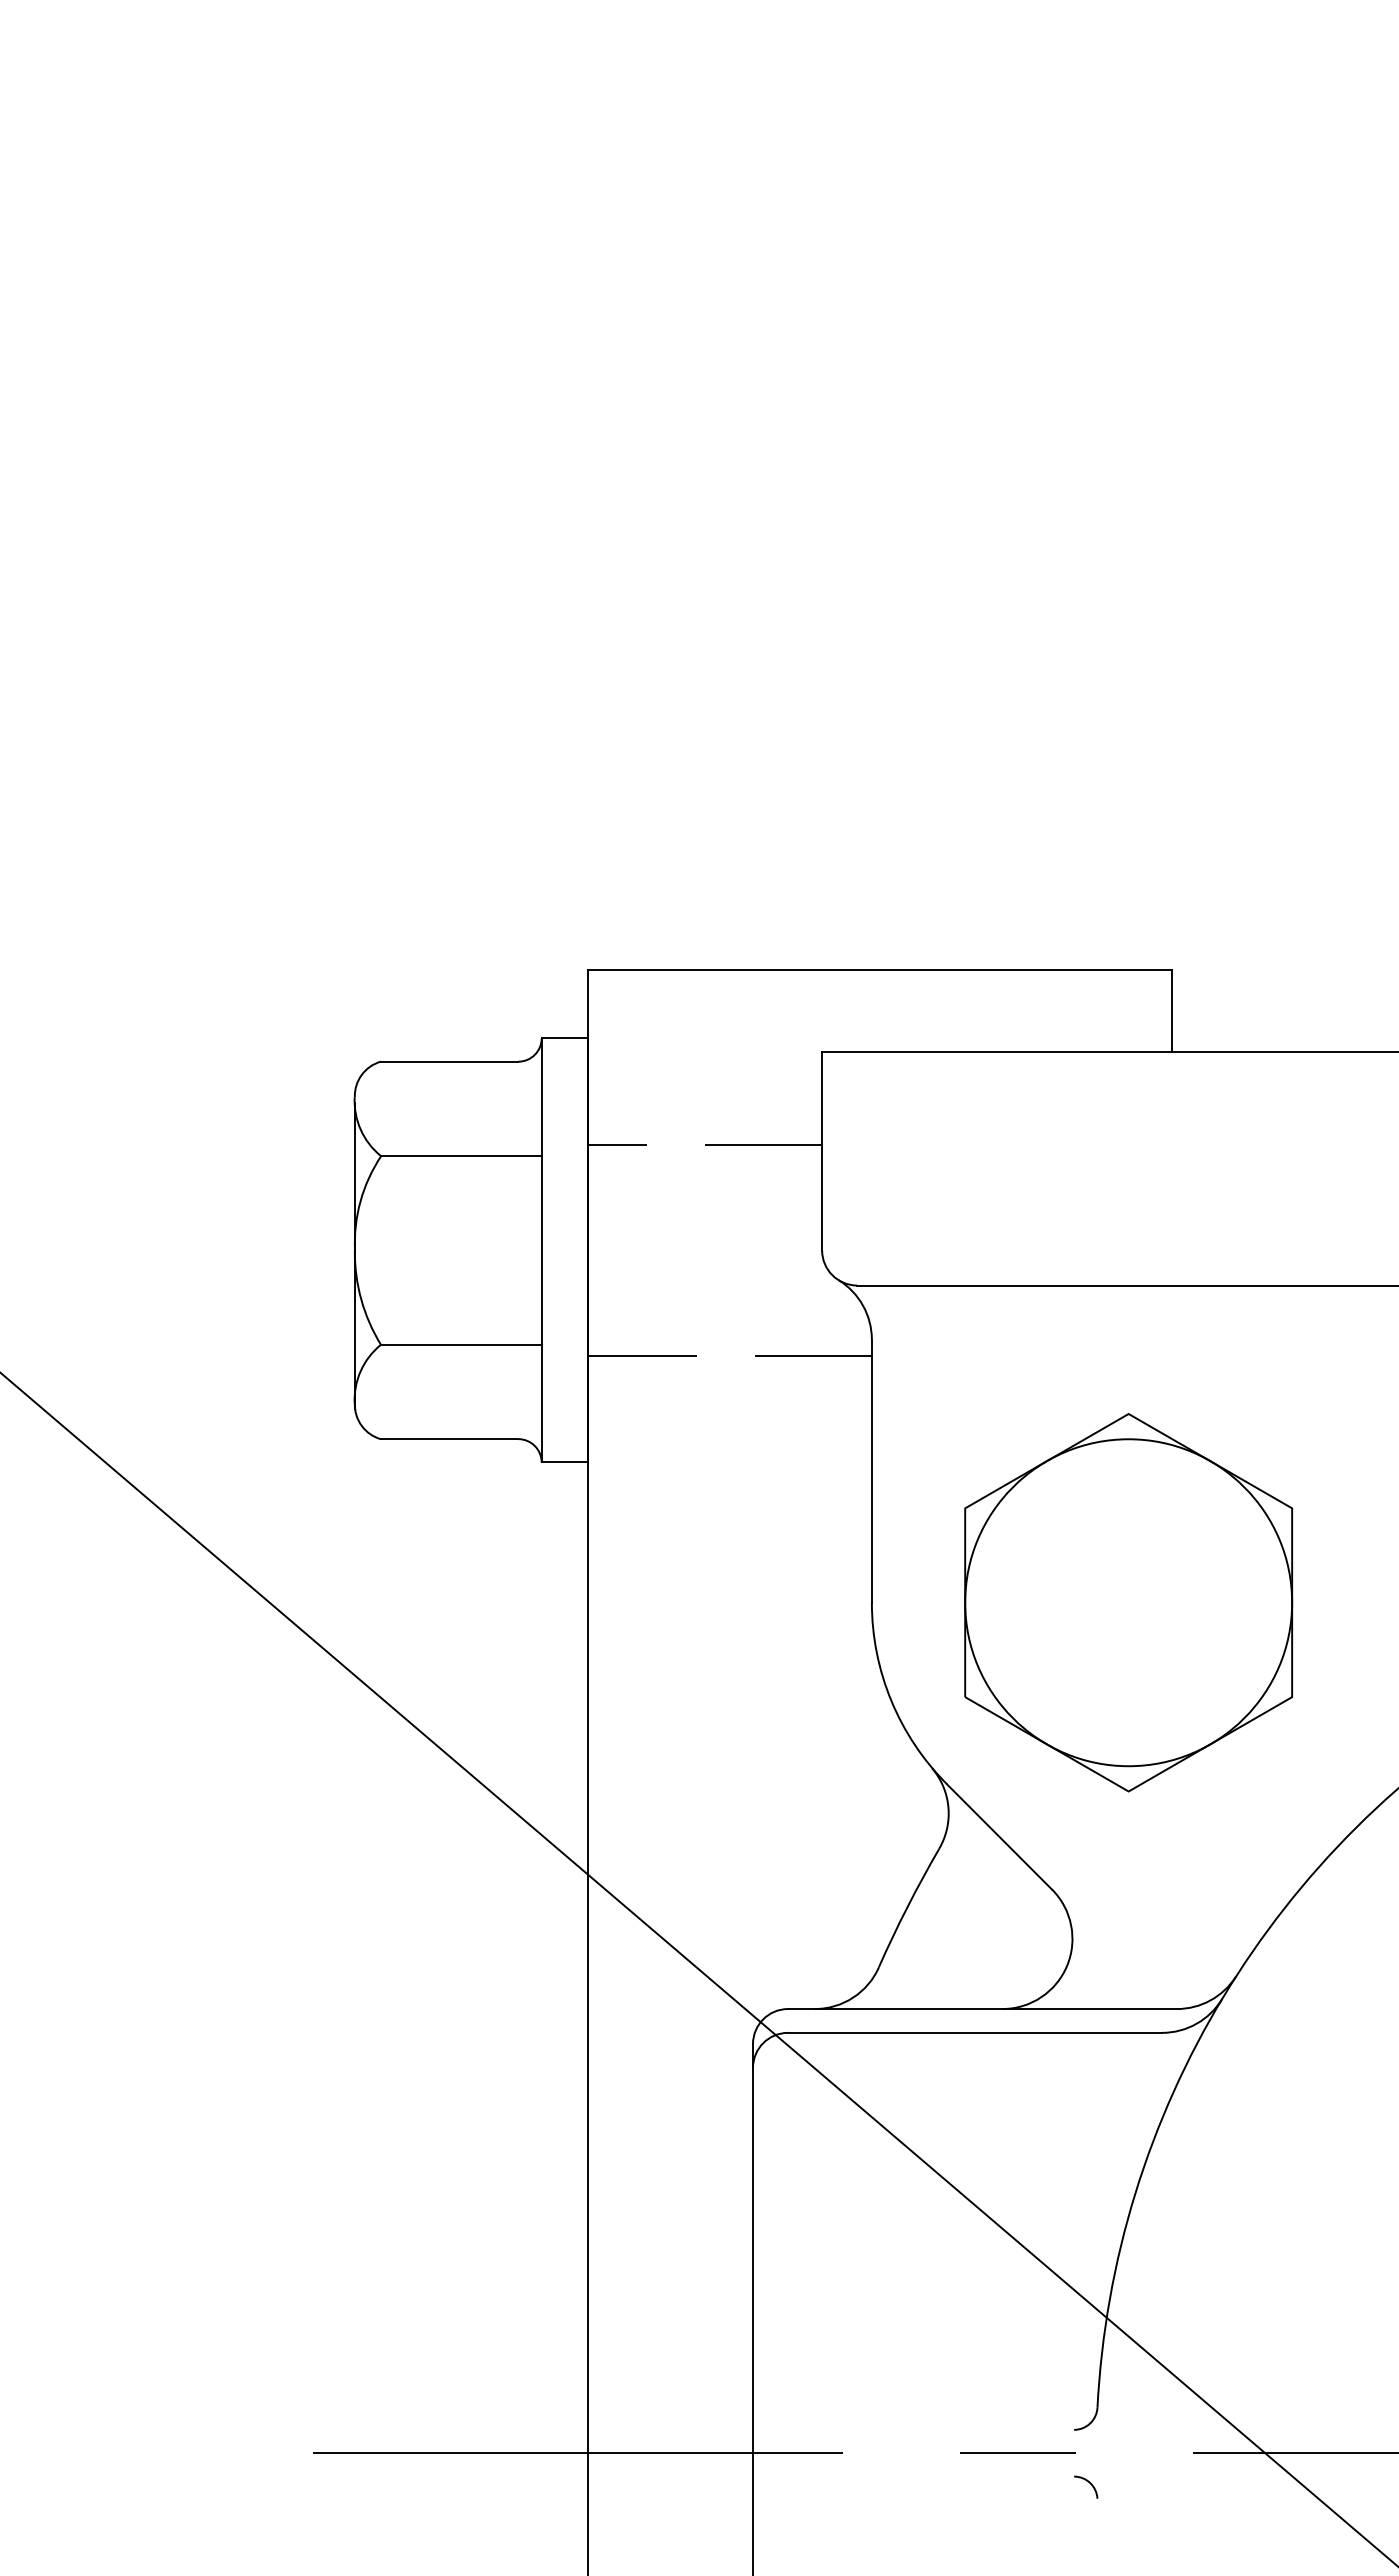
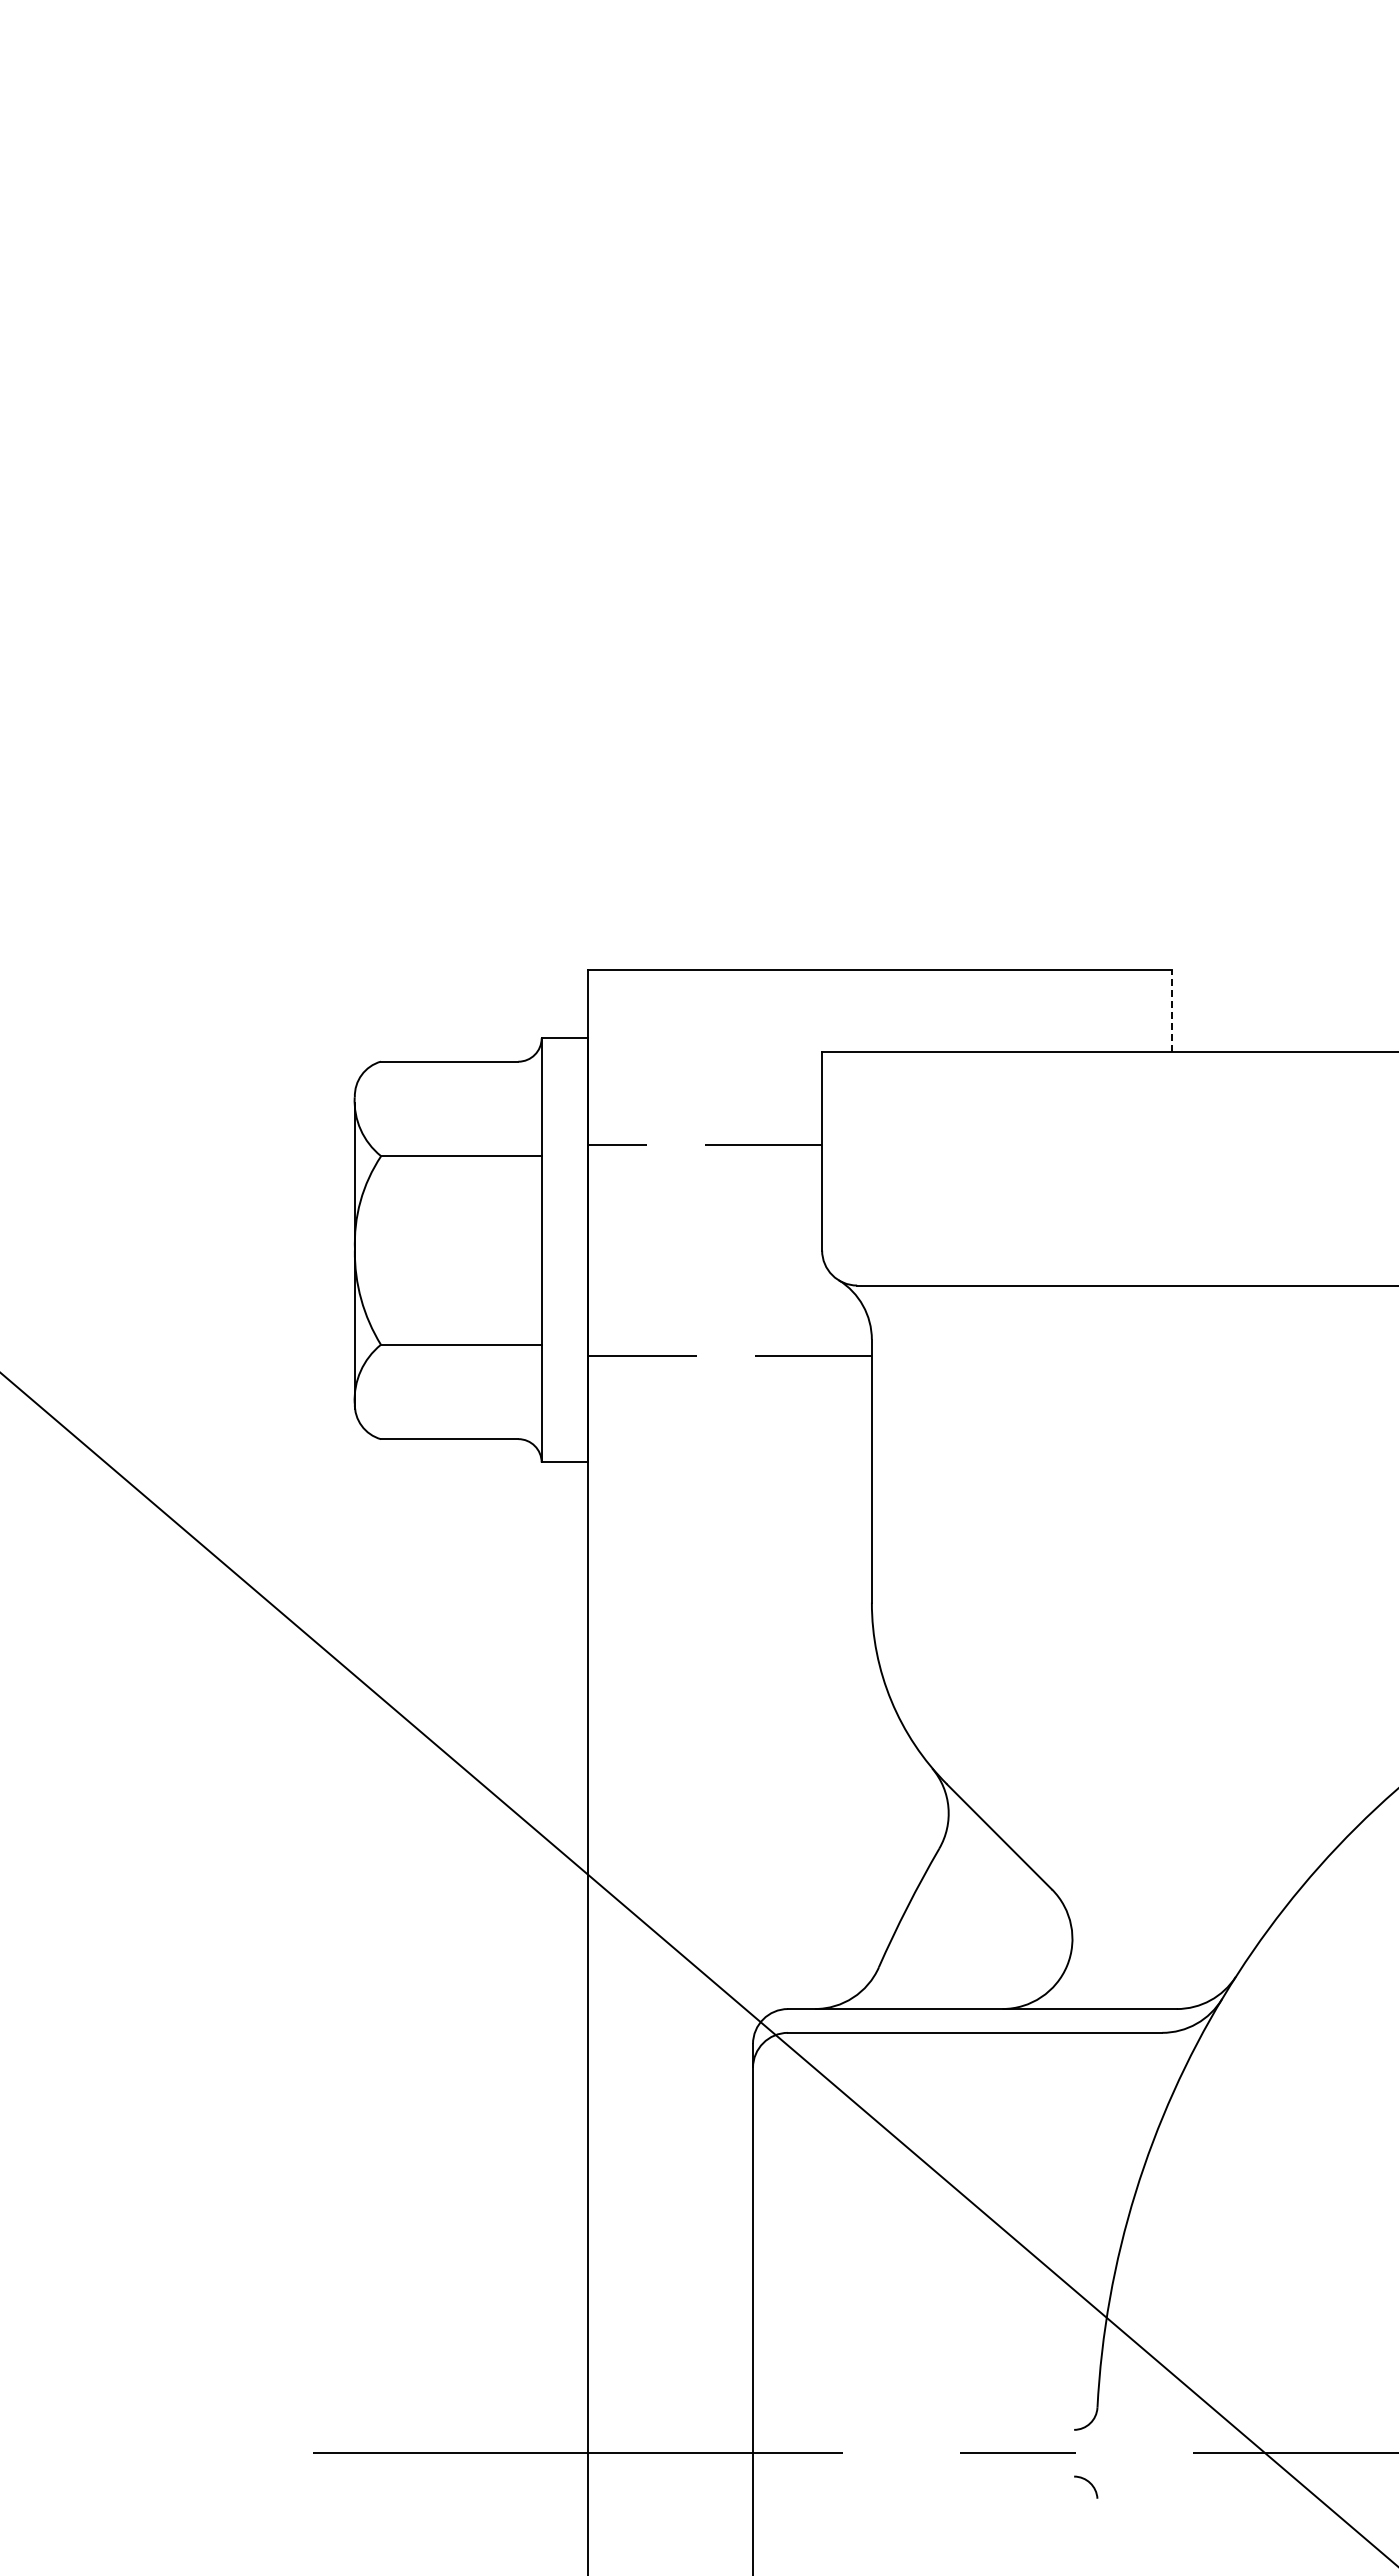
line at (1172, 1011): solid -> dashed
part at (1128, 1602): present -> none
